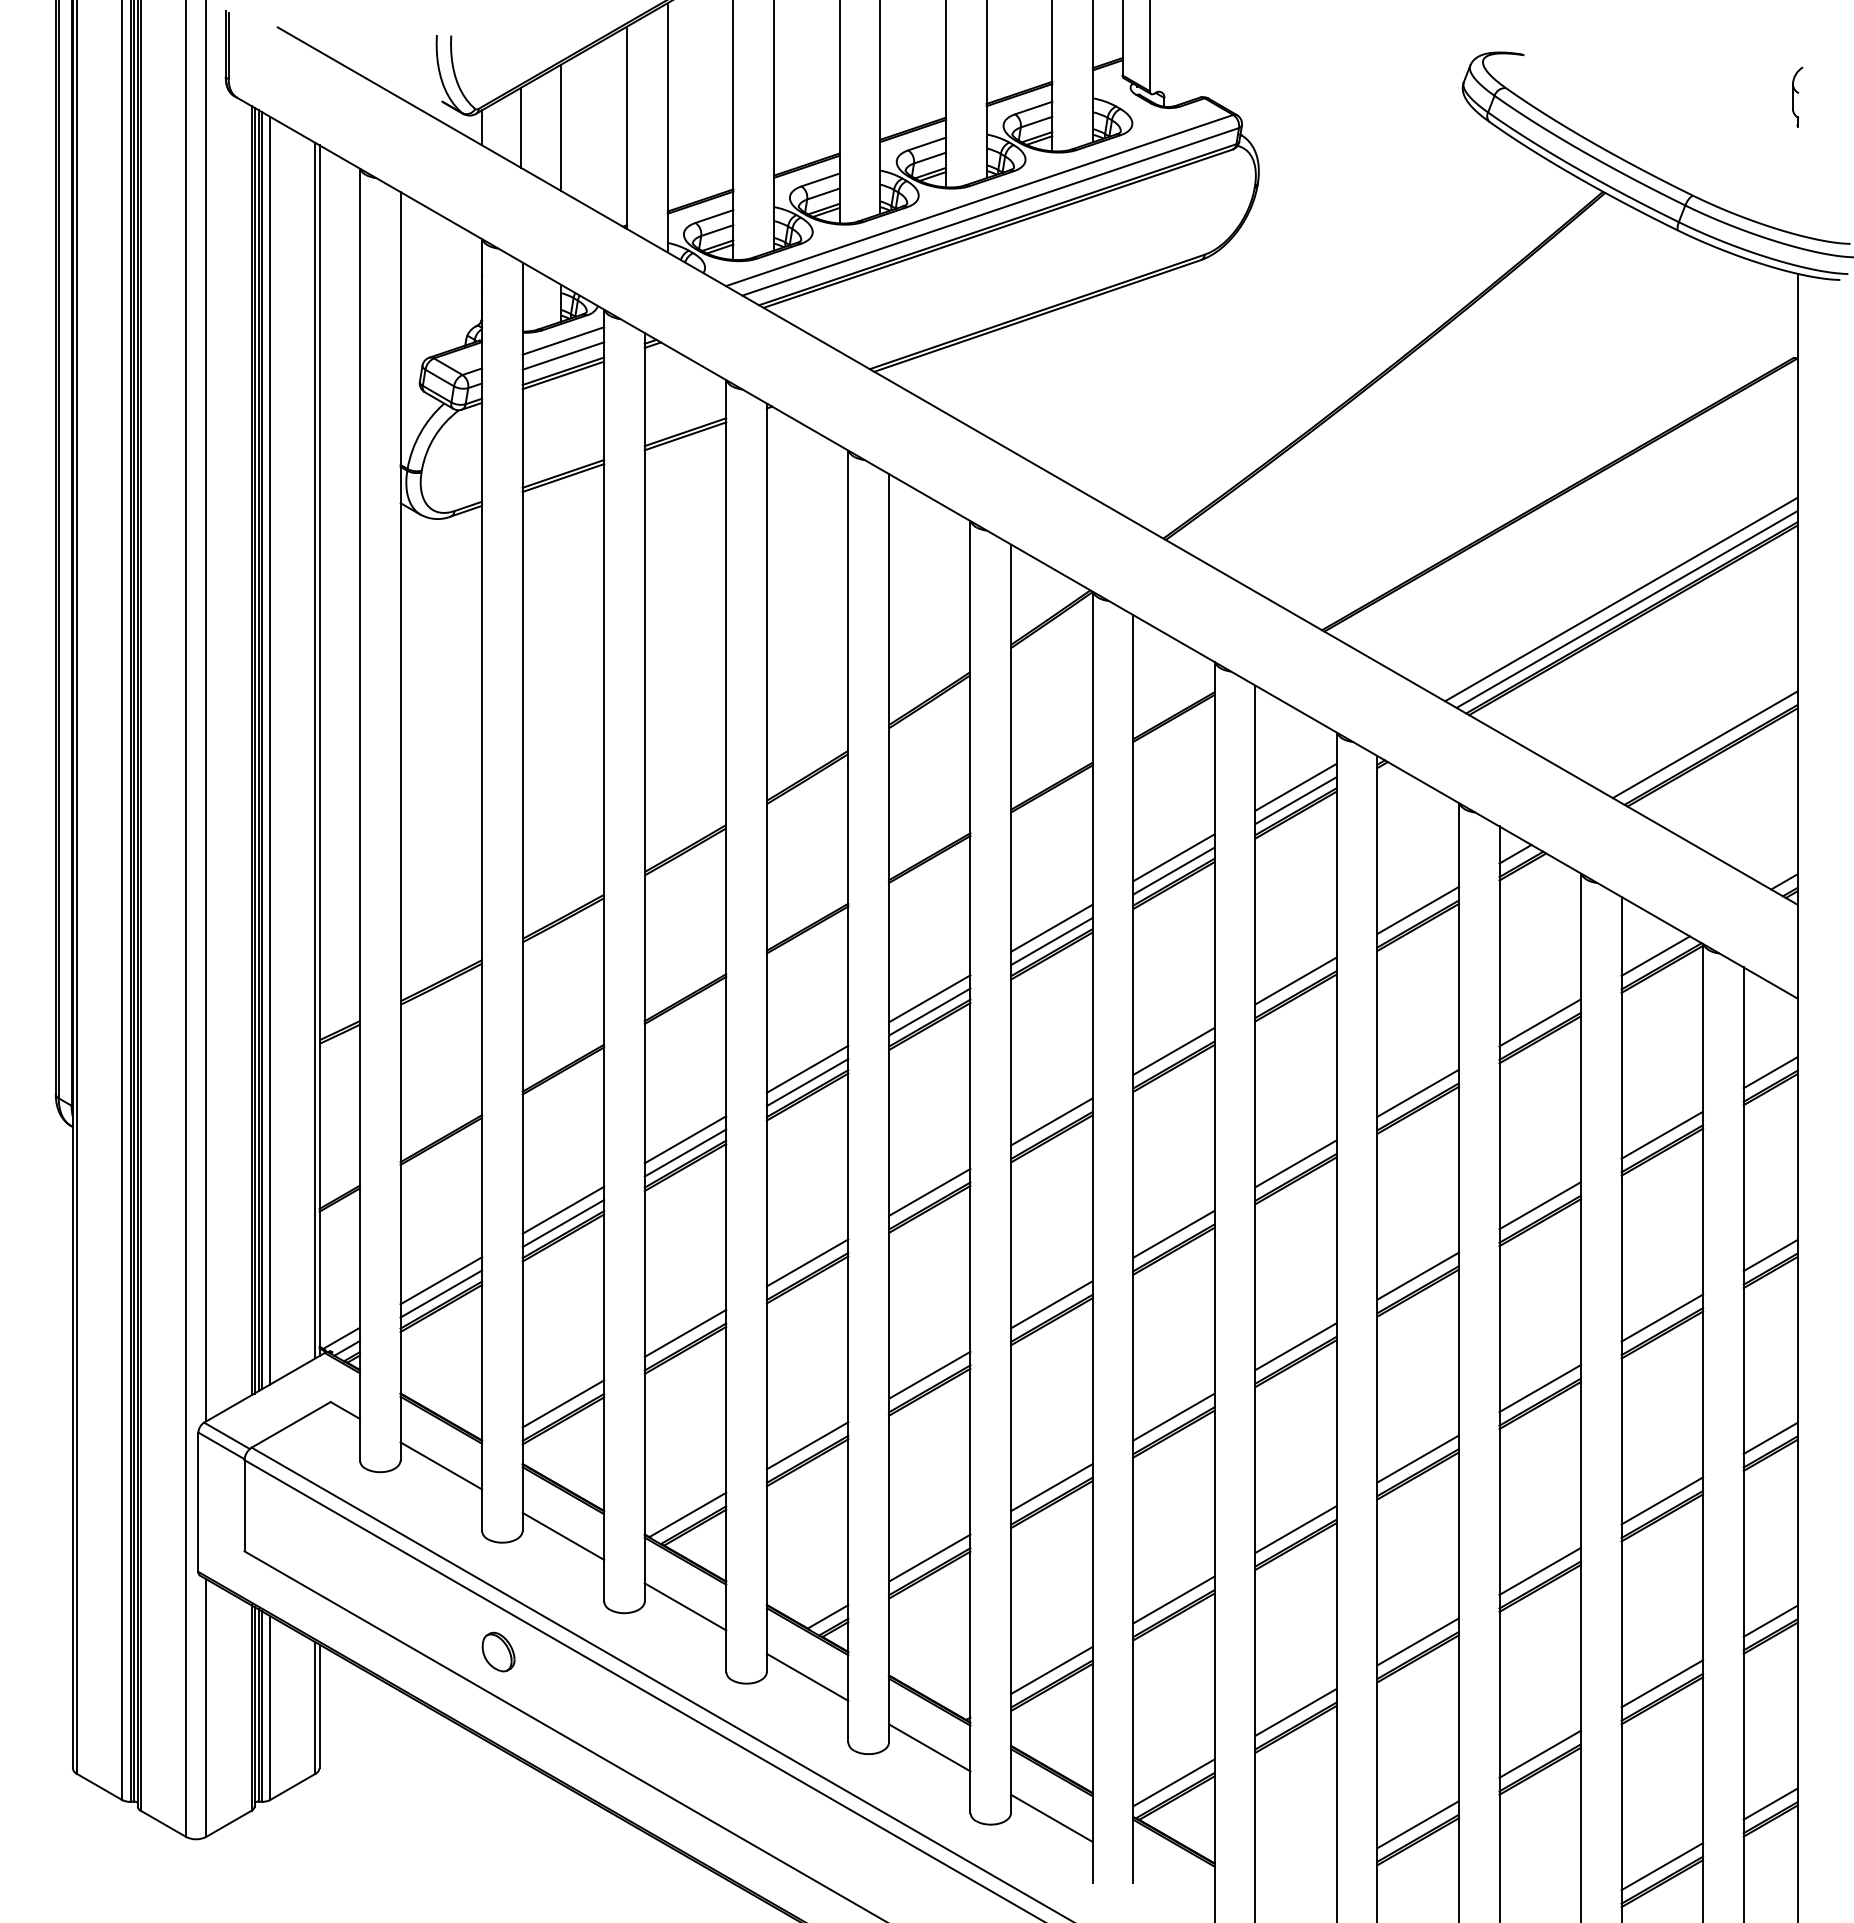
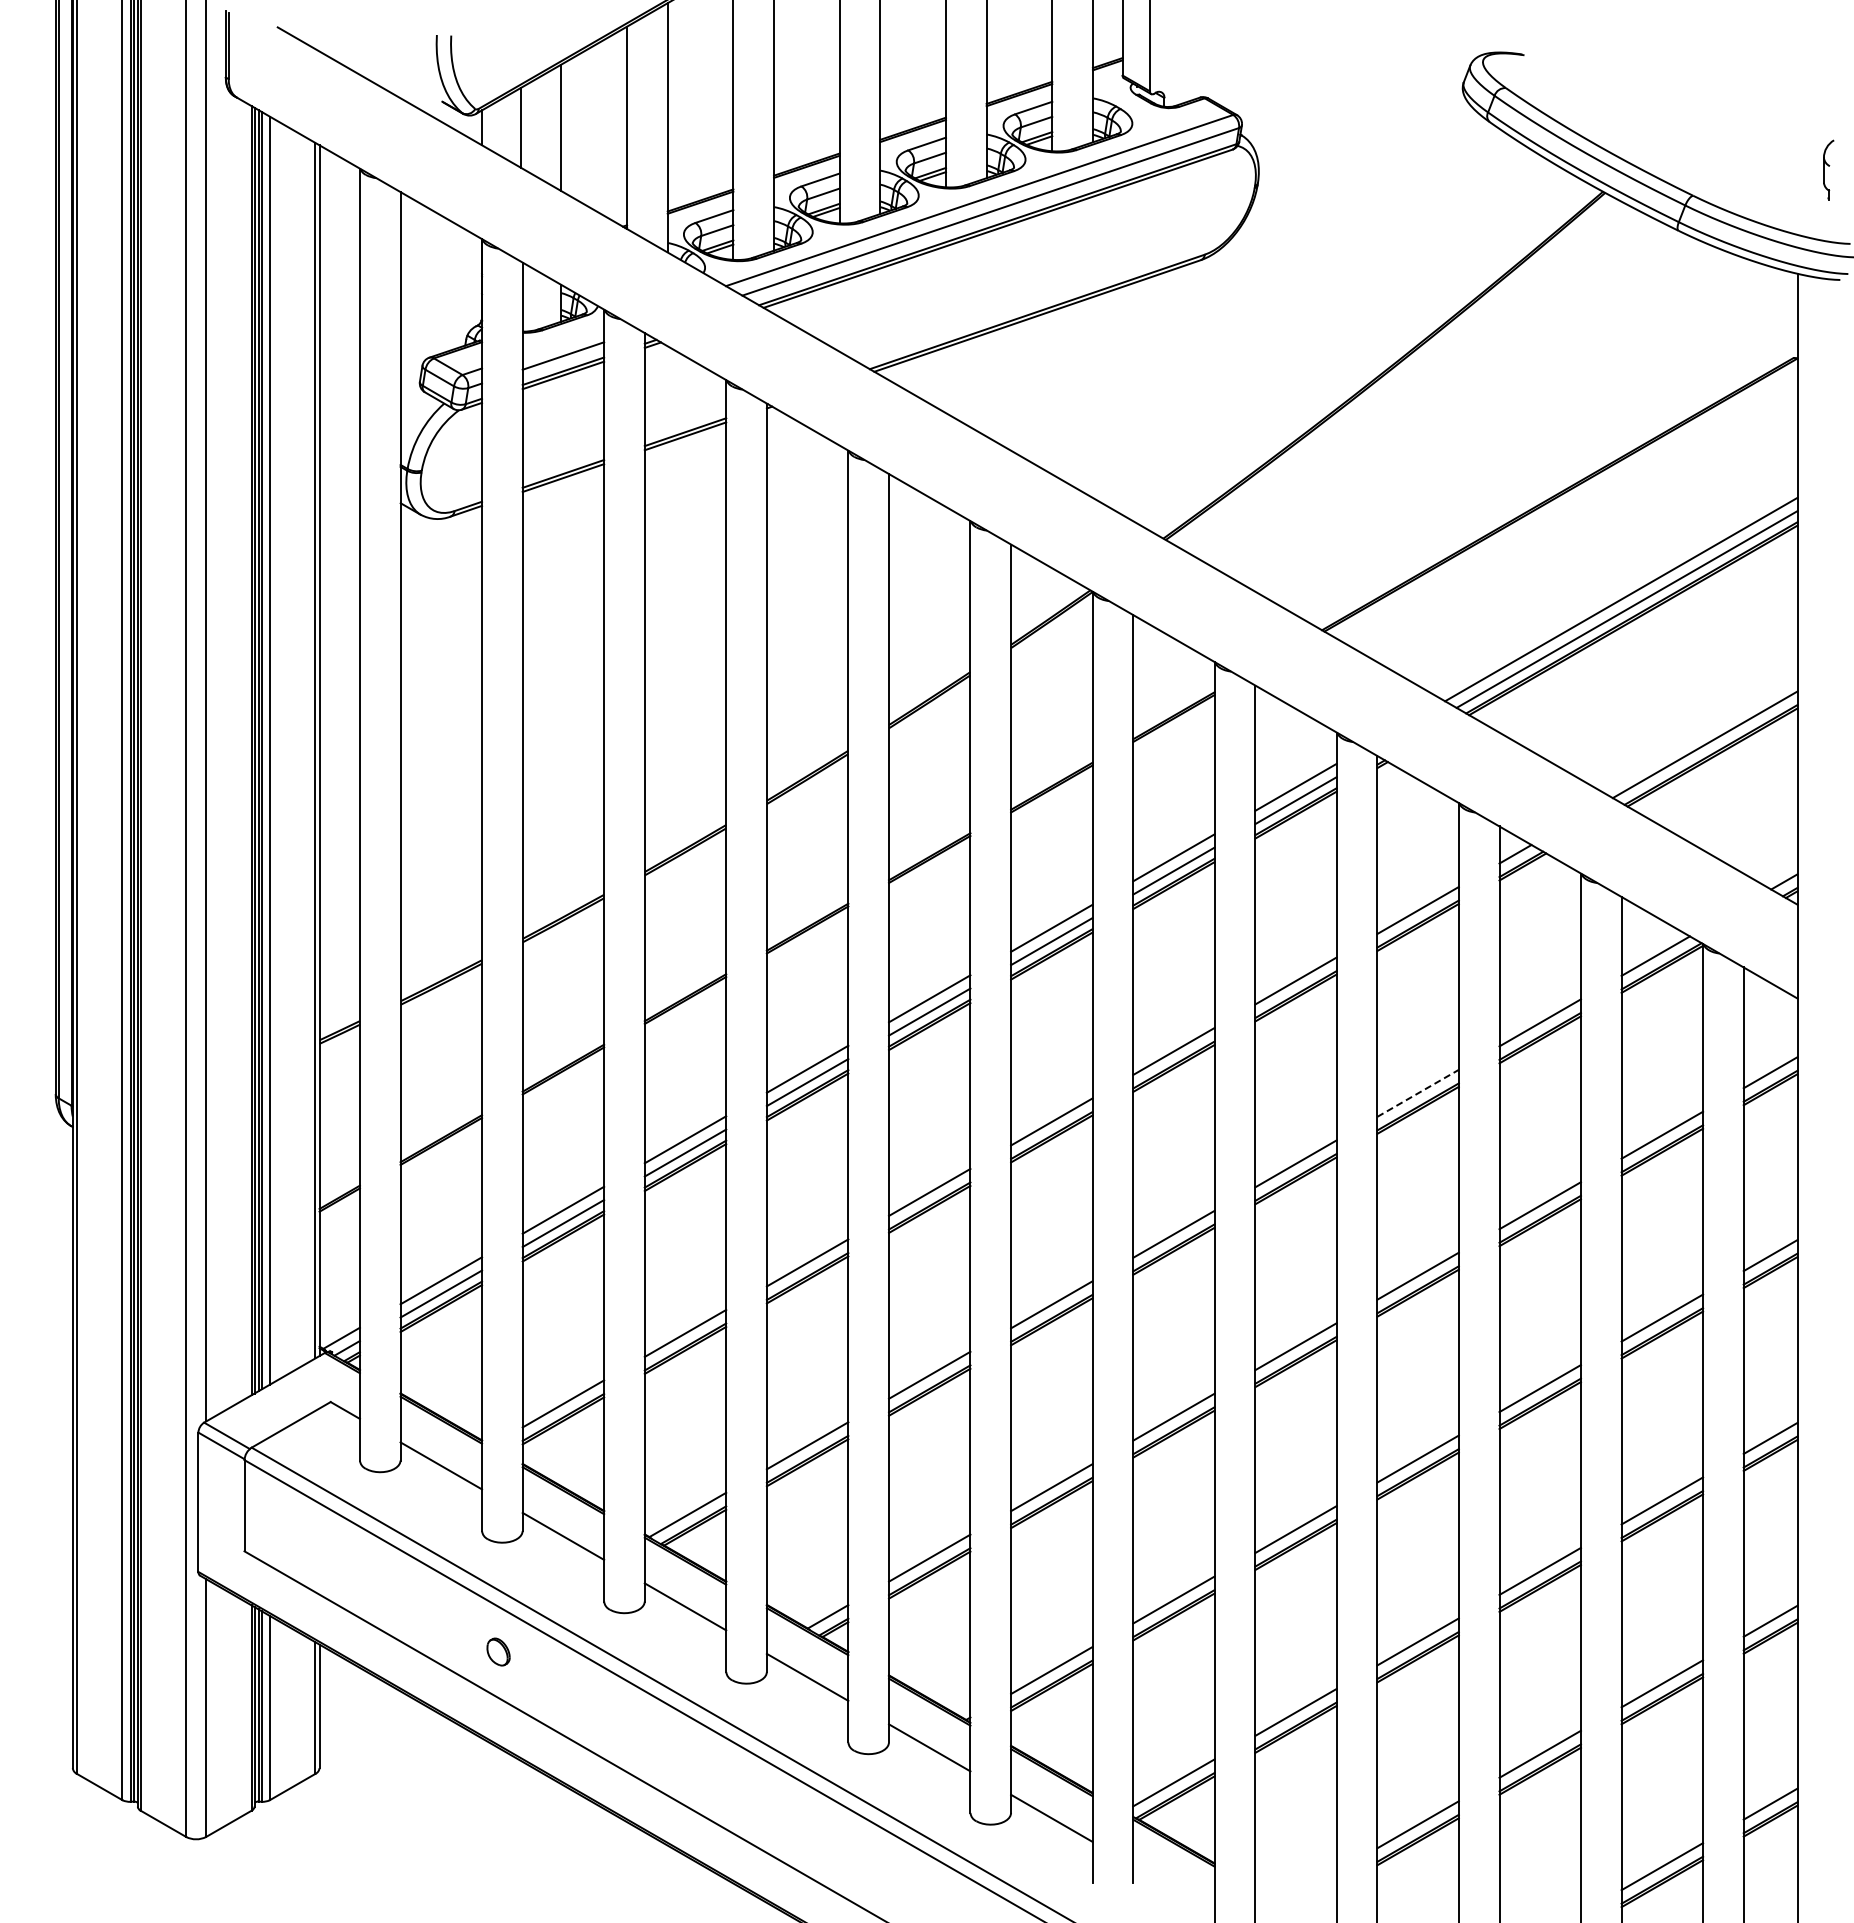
part at (1797, 96) position: (1797, 96) -> (1828, 169)
line at (563, 340): present -> none
line at (1418, 1093): solid -> dashed
part at (498, 1651) size: 35x42 px -> 25x30 px
